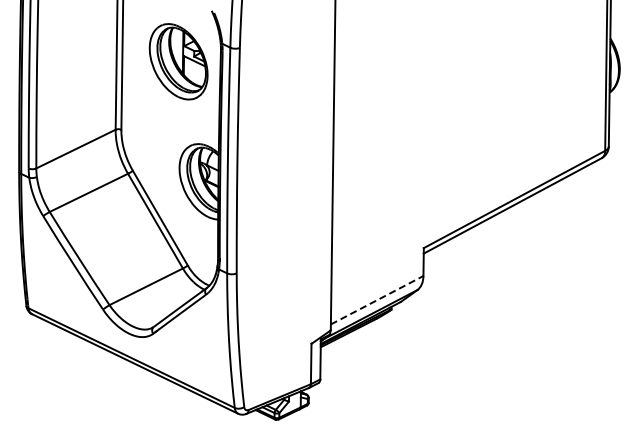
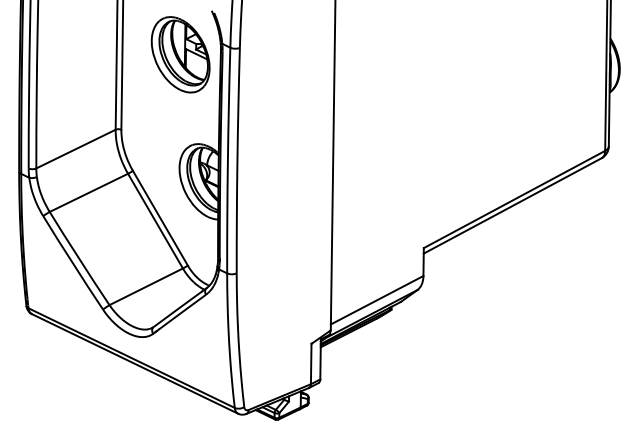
part at (178, 61) position: (178, 61) -> (180, 54)
line at (377, 300): dashed -> solid
